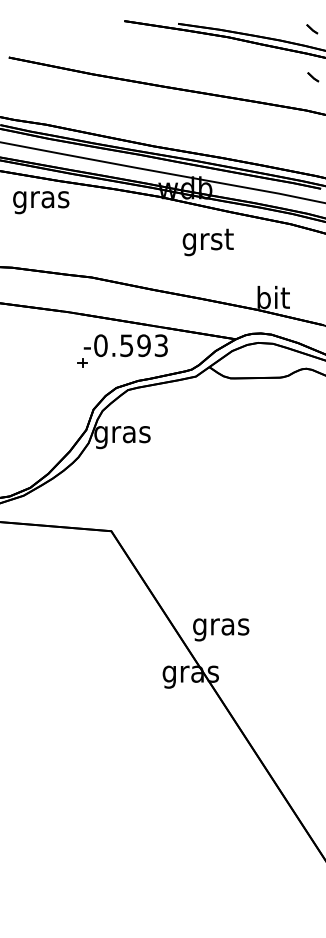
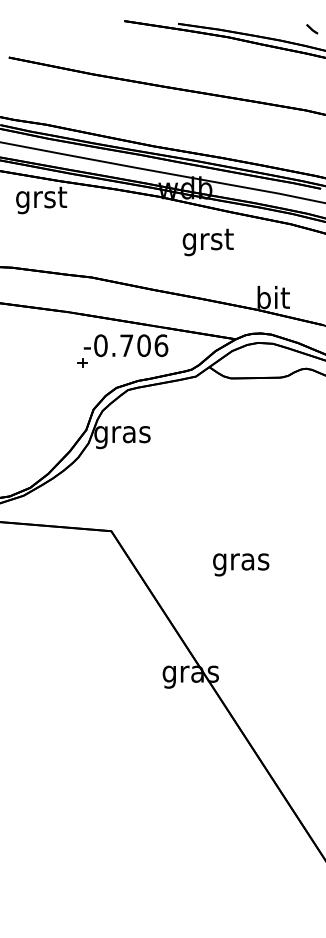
part at (313, 77): present -> none
text at (41, 200): gras -> grst
text at (144, 345): -0.593 -> -0.706
text at (221, 629) position: (221, 629) -> (241, 564)
